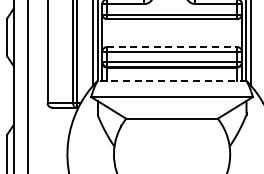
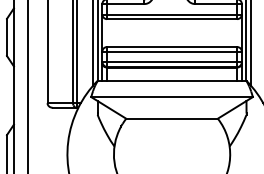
line at (172, 47): dashed -> solid
line at (171, 80): dashed -> solid
